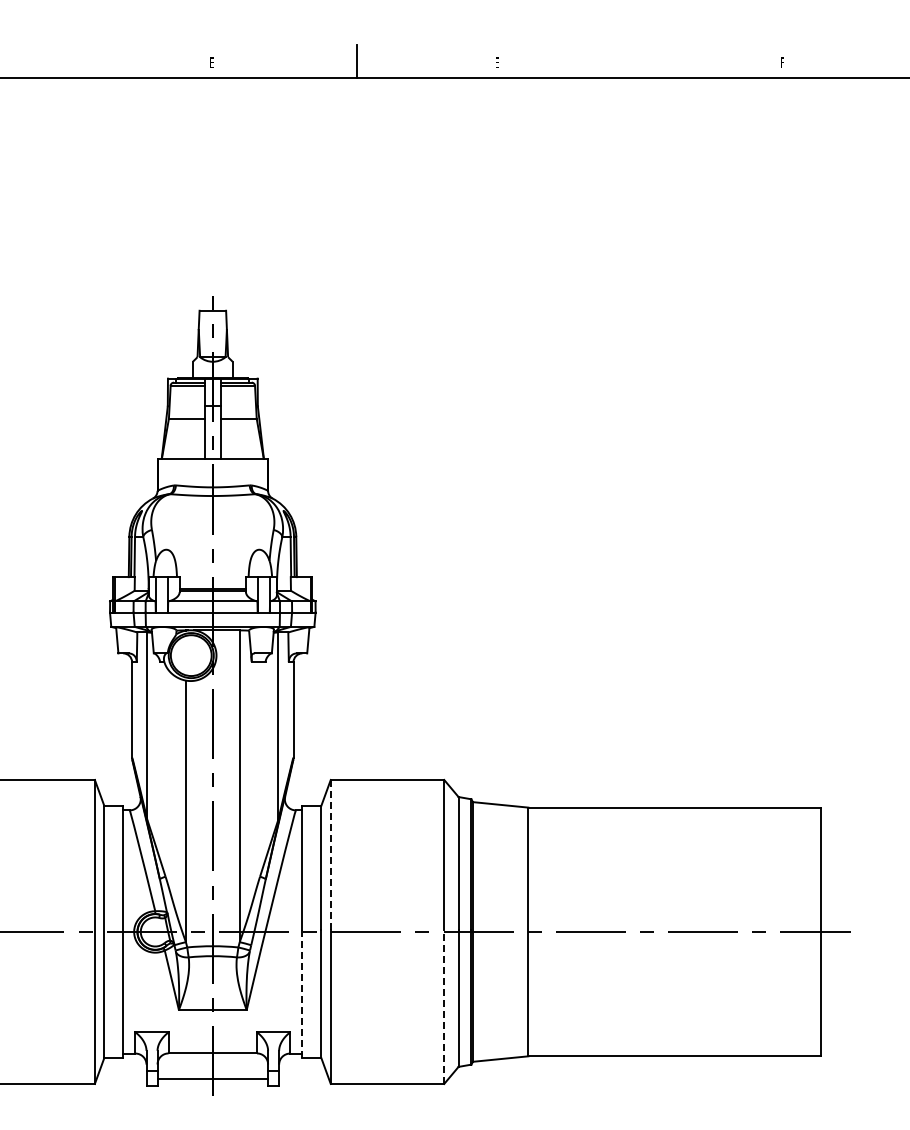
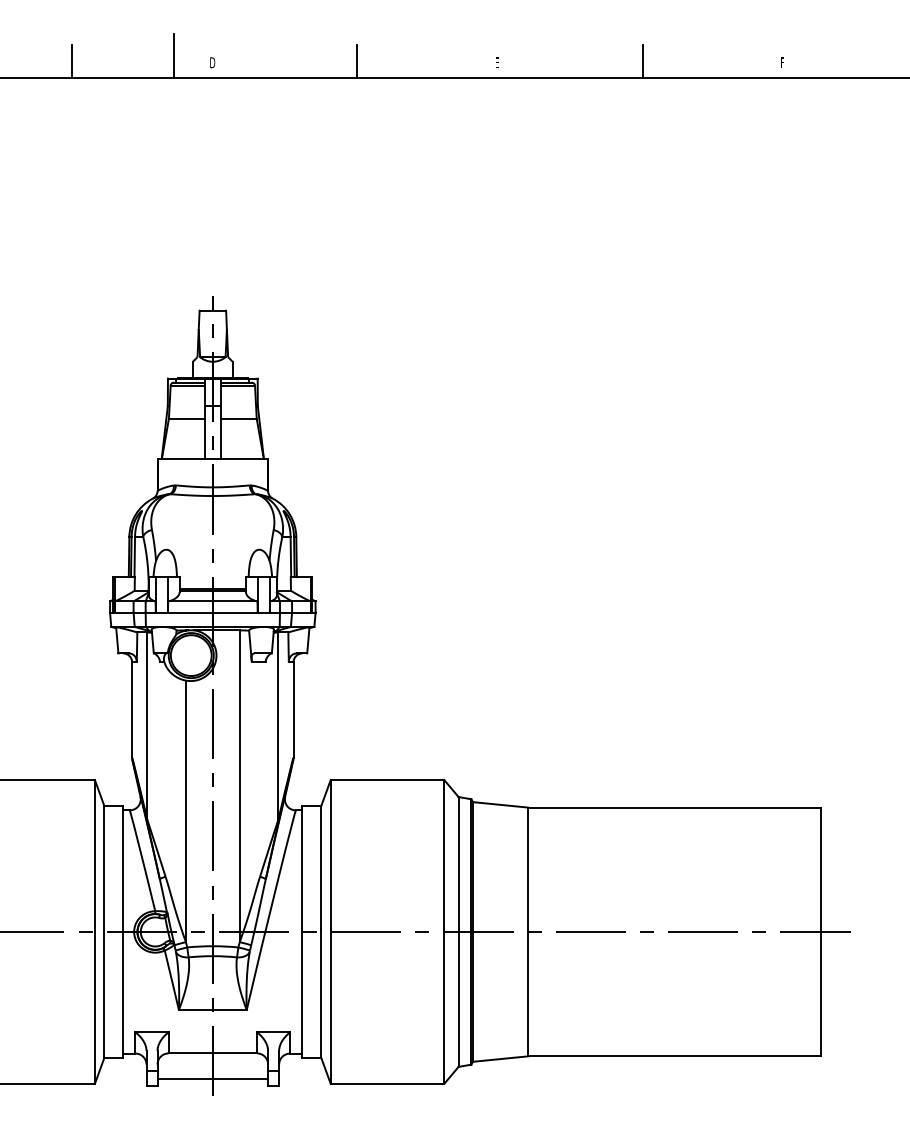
line at (174, 55): none -> present
line at (71, 61): none -> present
line at (642, 61): none -> present
text at (212, 62): E -> D
line at (330, 854): dashed -> solid
line at (302, 994): dashed -> solid
line at (444, 1006): dashed -> solid
